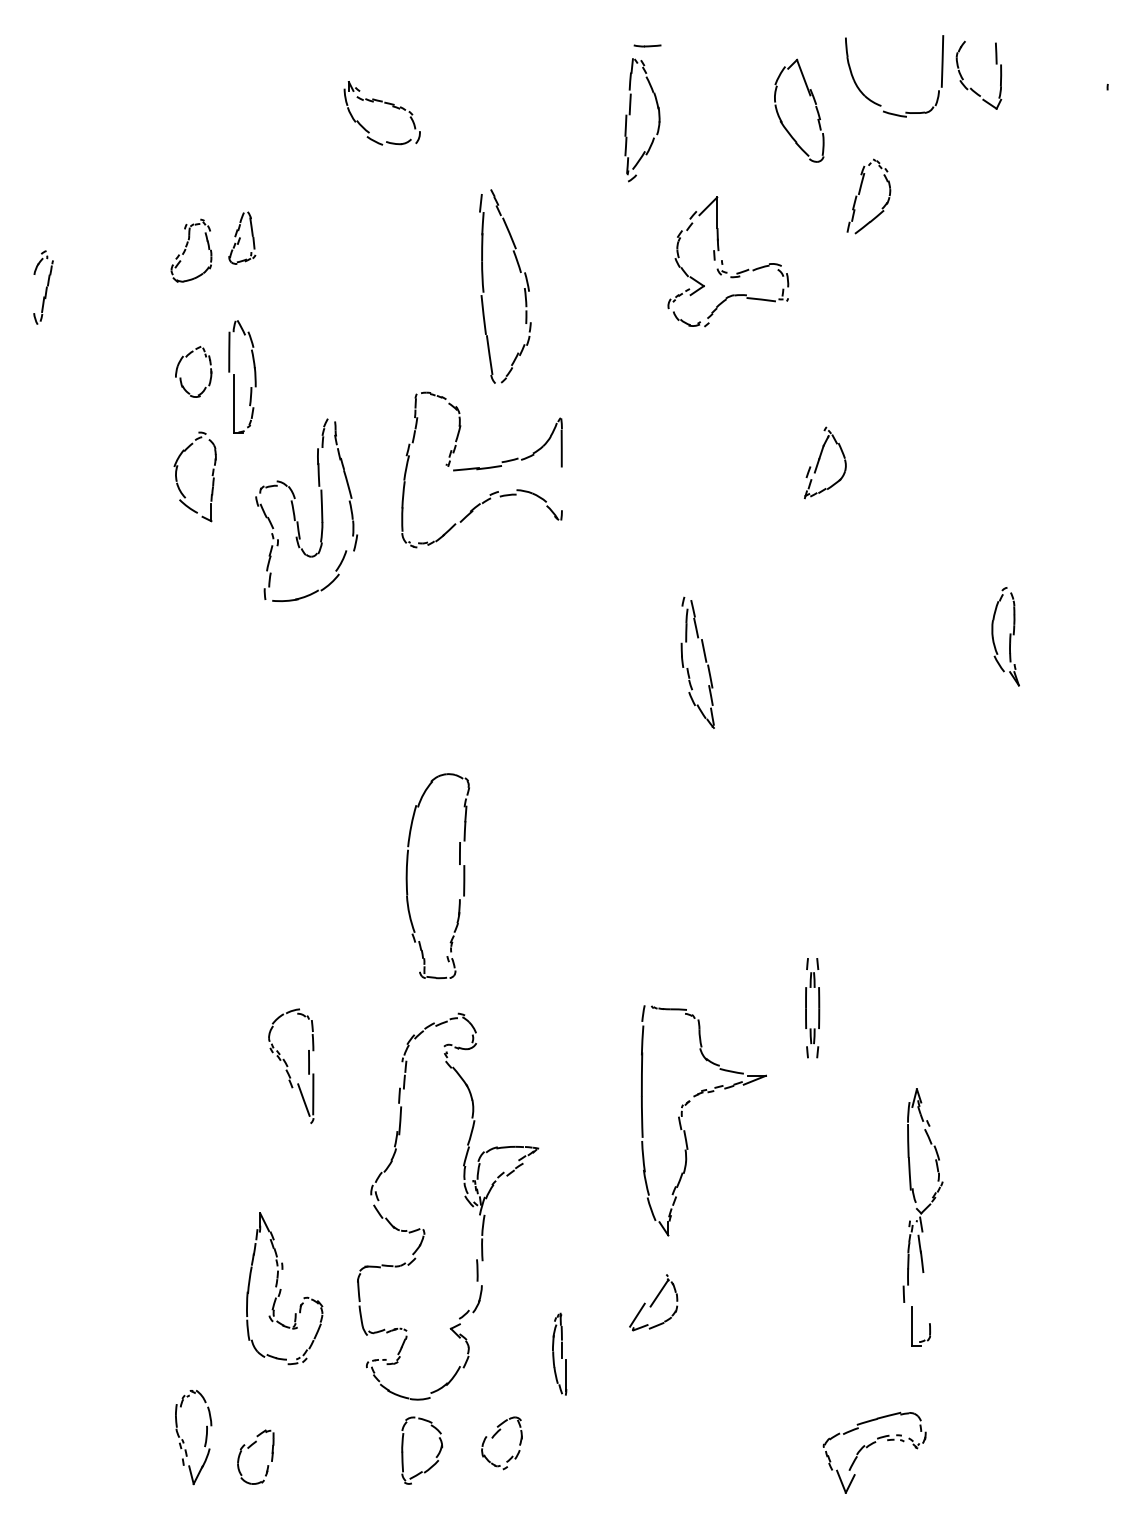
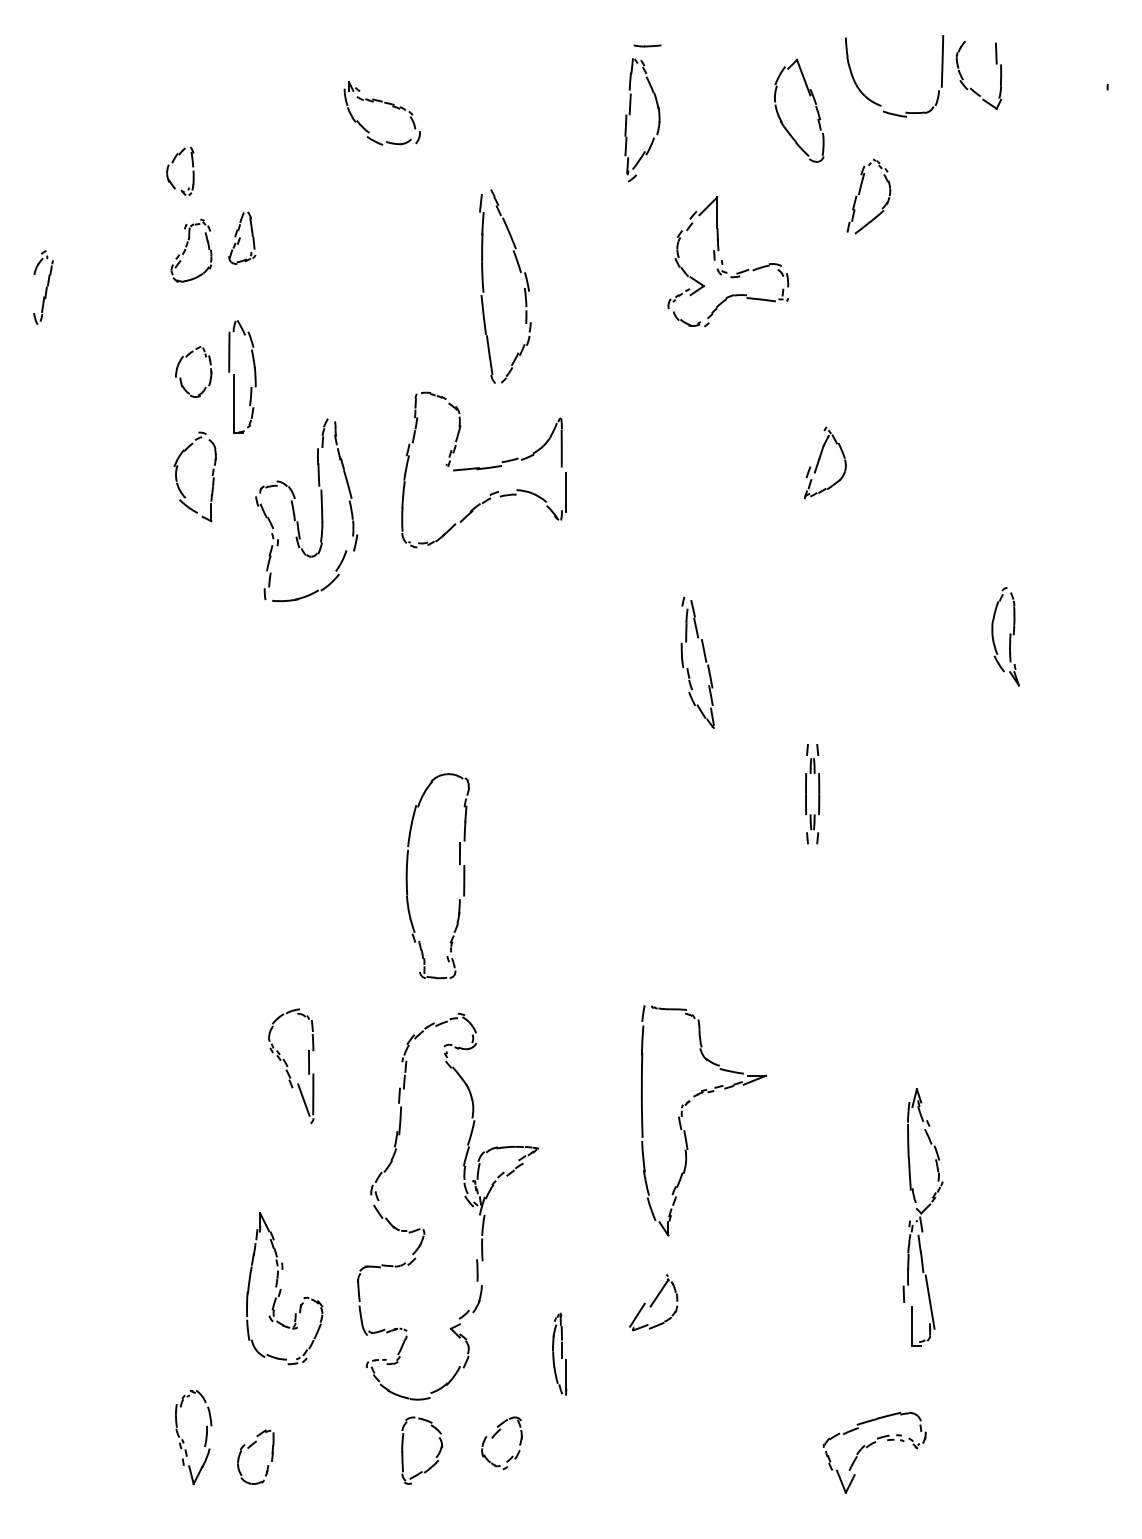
part at (173, 162): none -> present
line at (566, 492): none -> present
part at (812, 1008) position: (812, 1008) -> (812, 794)
line at (929, 1301): none -> present
